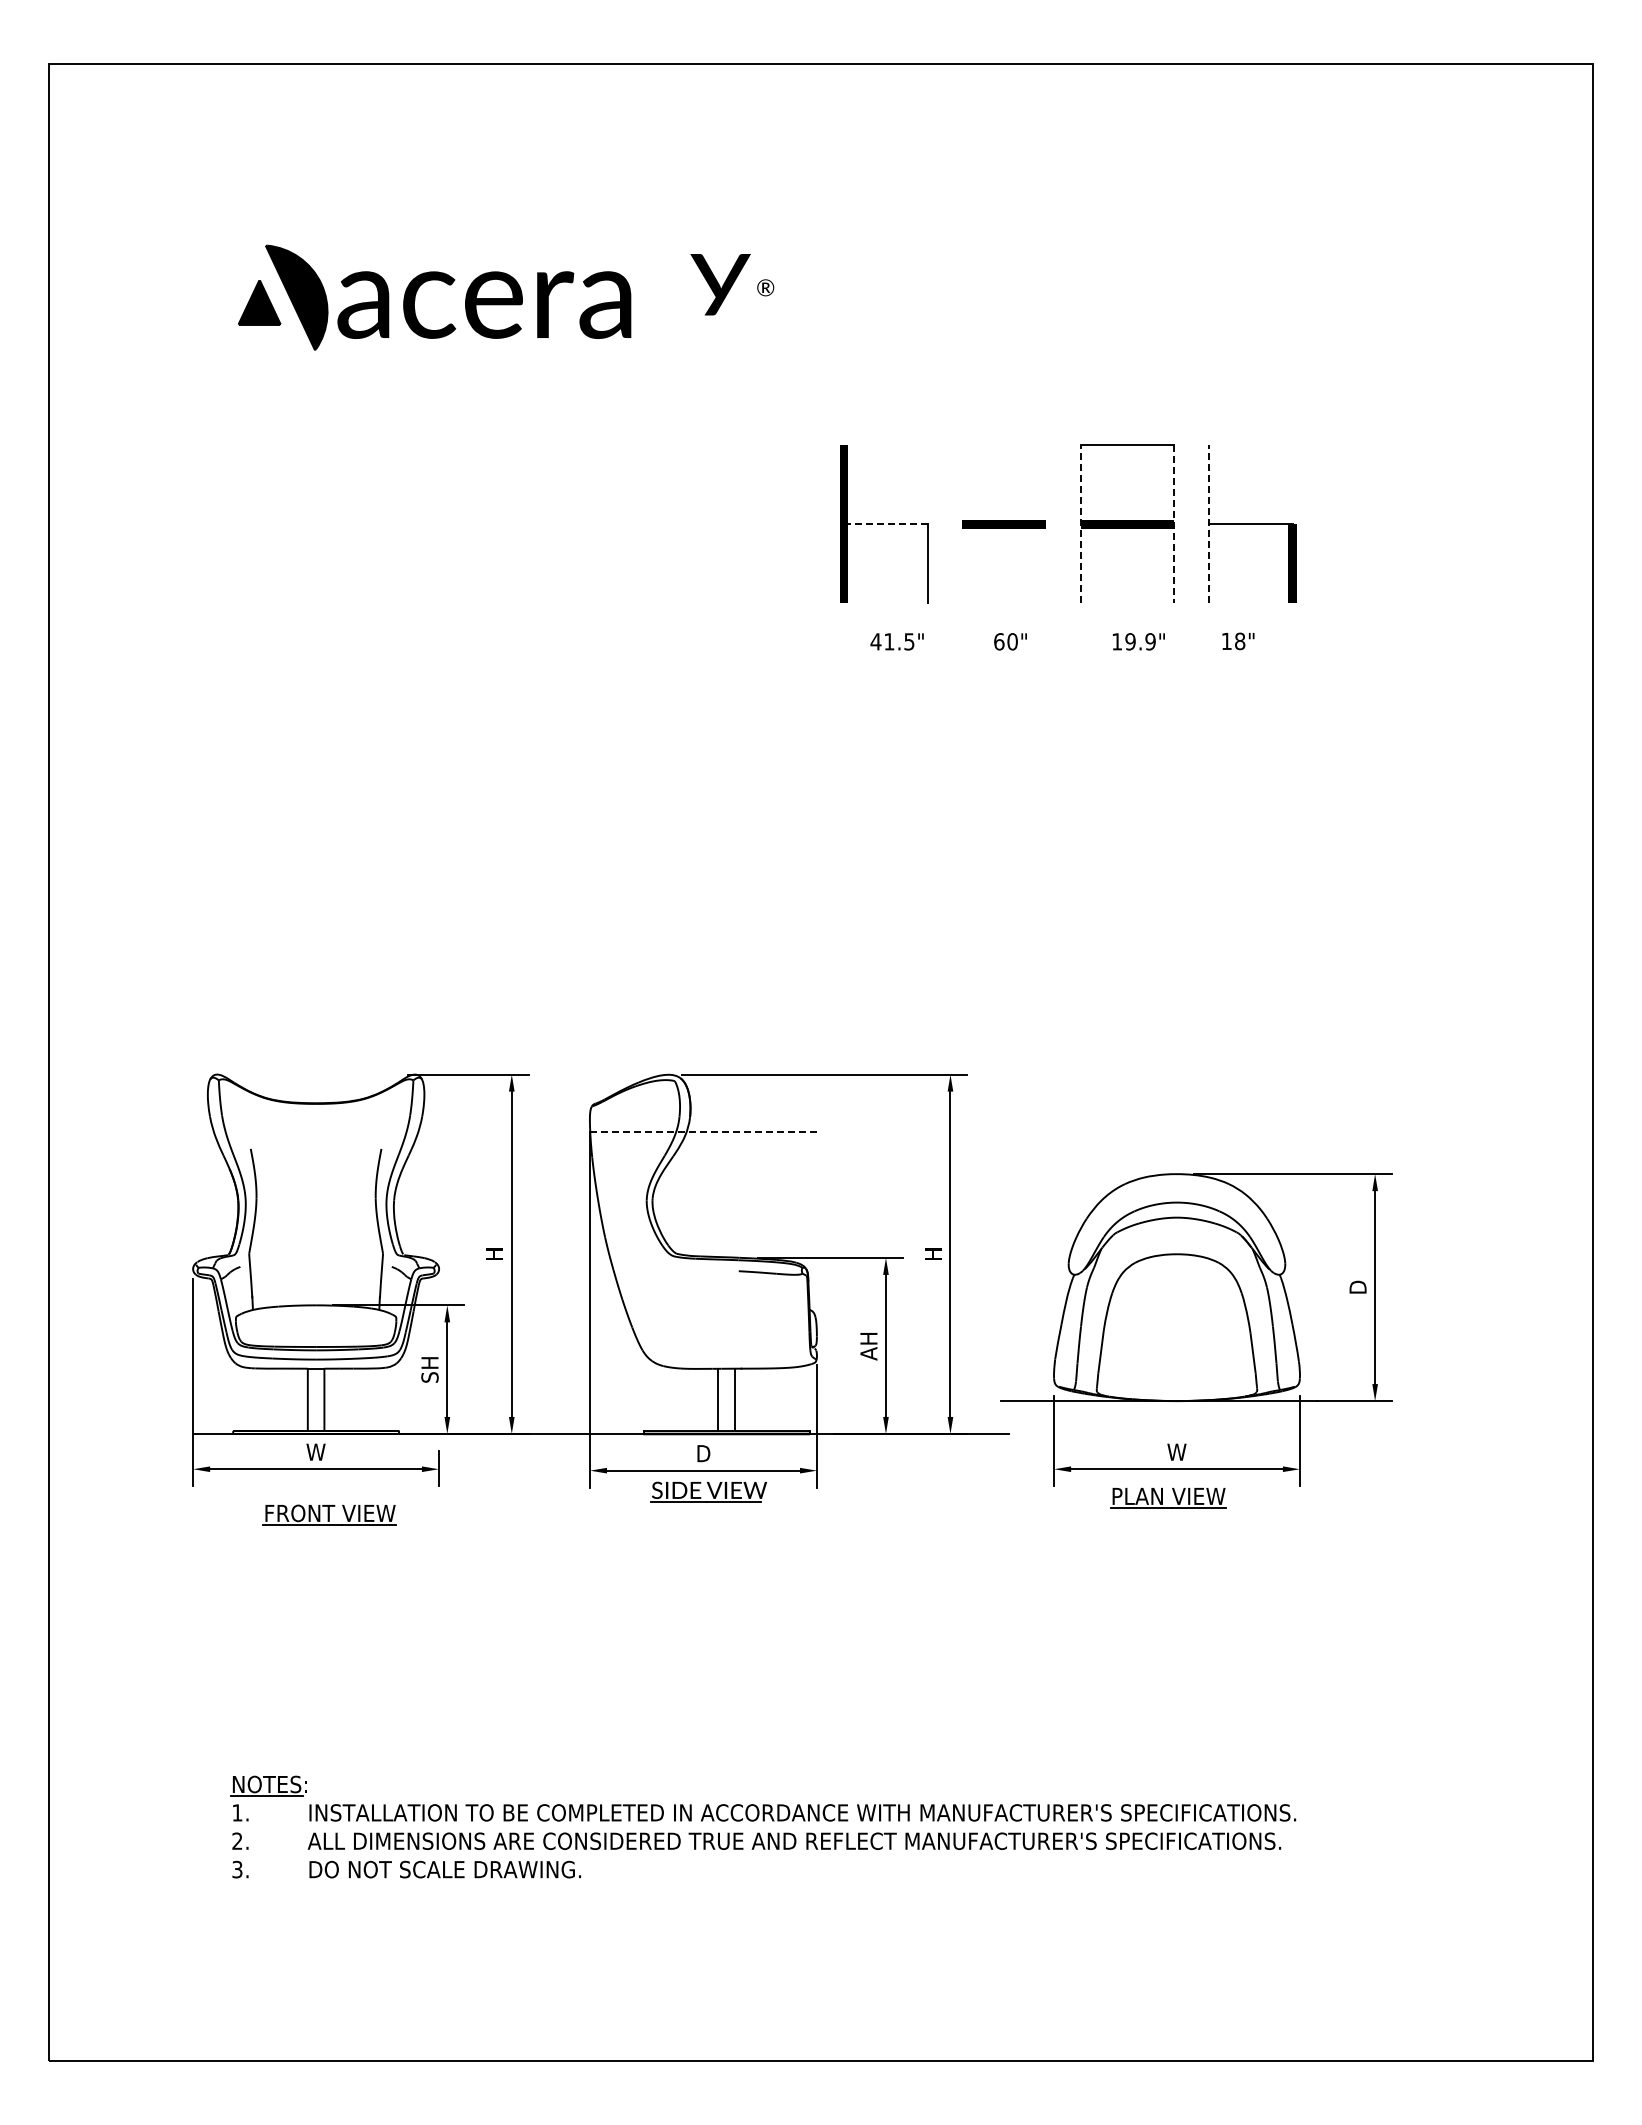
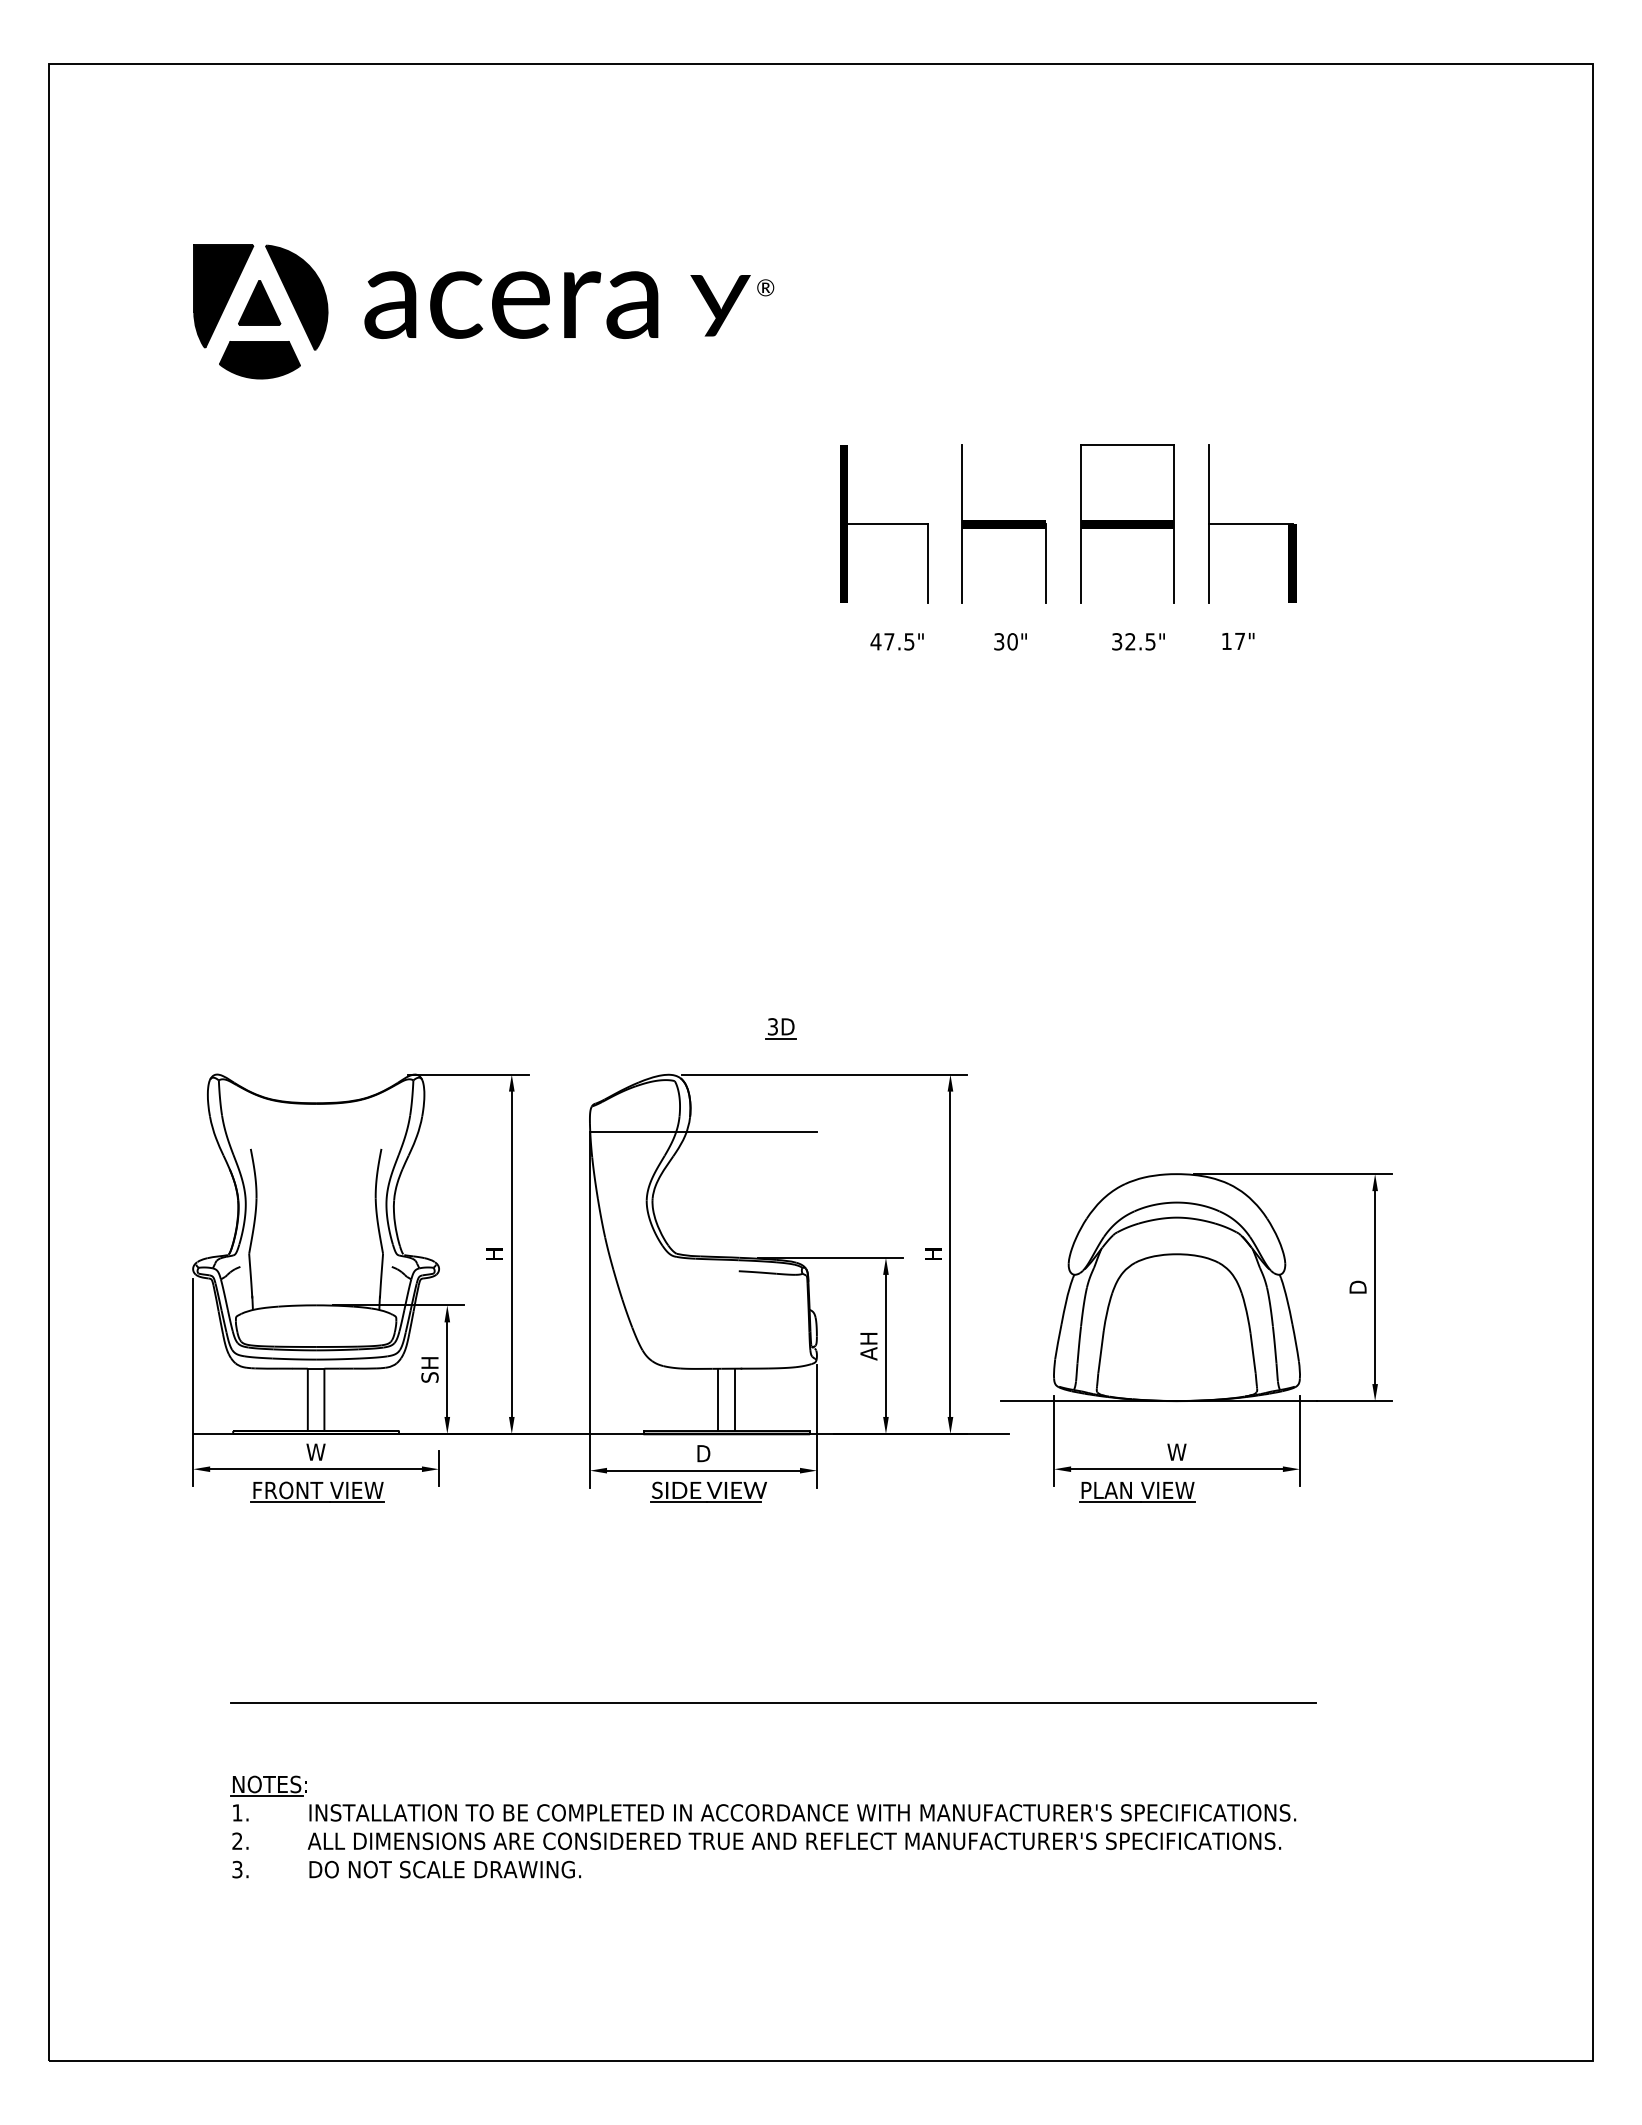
text at (720, 284) position: (720, 284) -> (720, 305)
part at (228, 301): none -> present
text at (484, 304) position: (484, 304) -> (511, 304)
line at (1081, 523): dashed -> solid
line at (1208, 523): dashed -> solid
line at (885, 524): dashed -> solid
line at (962, 524): none -> present
line at (1173, 524): dashed -> solid
line at (1046, 563): none -> present
text at (889, 641): 41.5" -> 47.5"
text at (999, 641): 60" -> 30"
text at (1133, 641): 19.9" -> 32.5"
text at (1240, 641): 18" -> 17"
part at (780, 1028): none -> present
line at (704, 1132): dashed -> solid
part at (1168, 1498) position: (1168, 1498) -> (1137, 1492)
part at (329, 1514) position: (329, 1514) -> (317, 1491)
line at (772, 1703): none -> present
